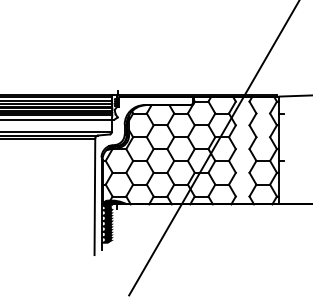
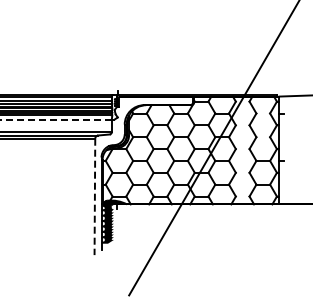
line at (55, 119): solid -> dashed
line at (94, 197): solid -> dashed
